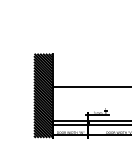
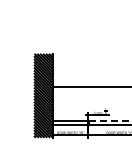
line at (110, 120): solid -> dashed
